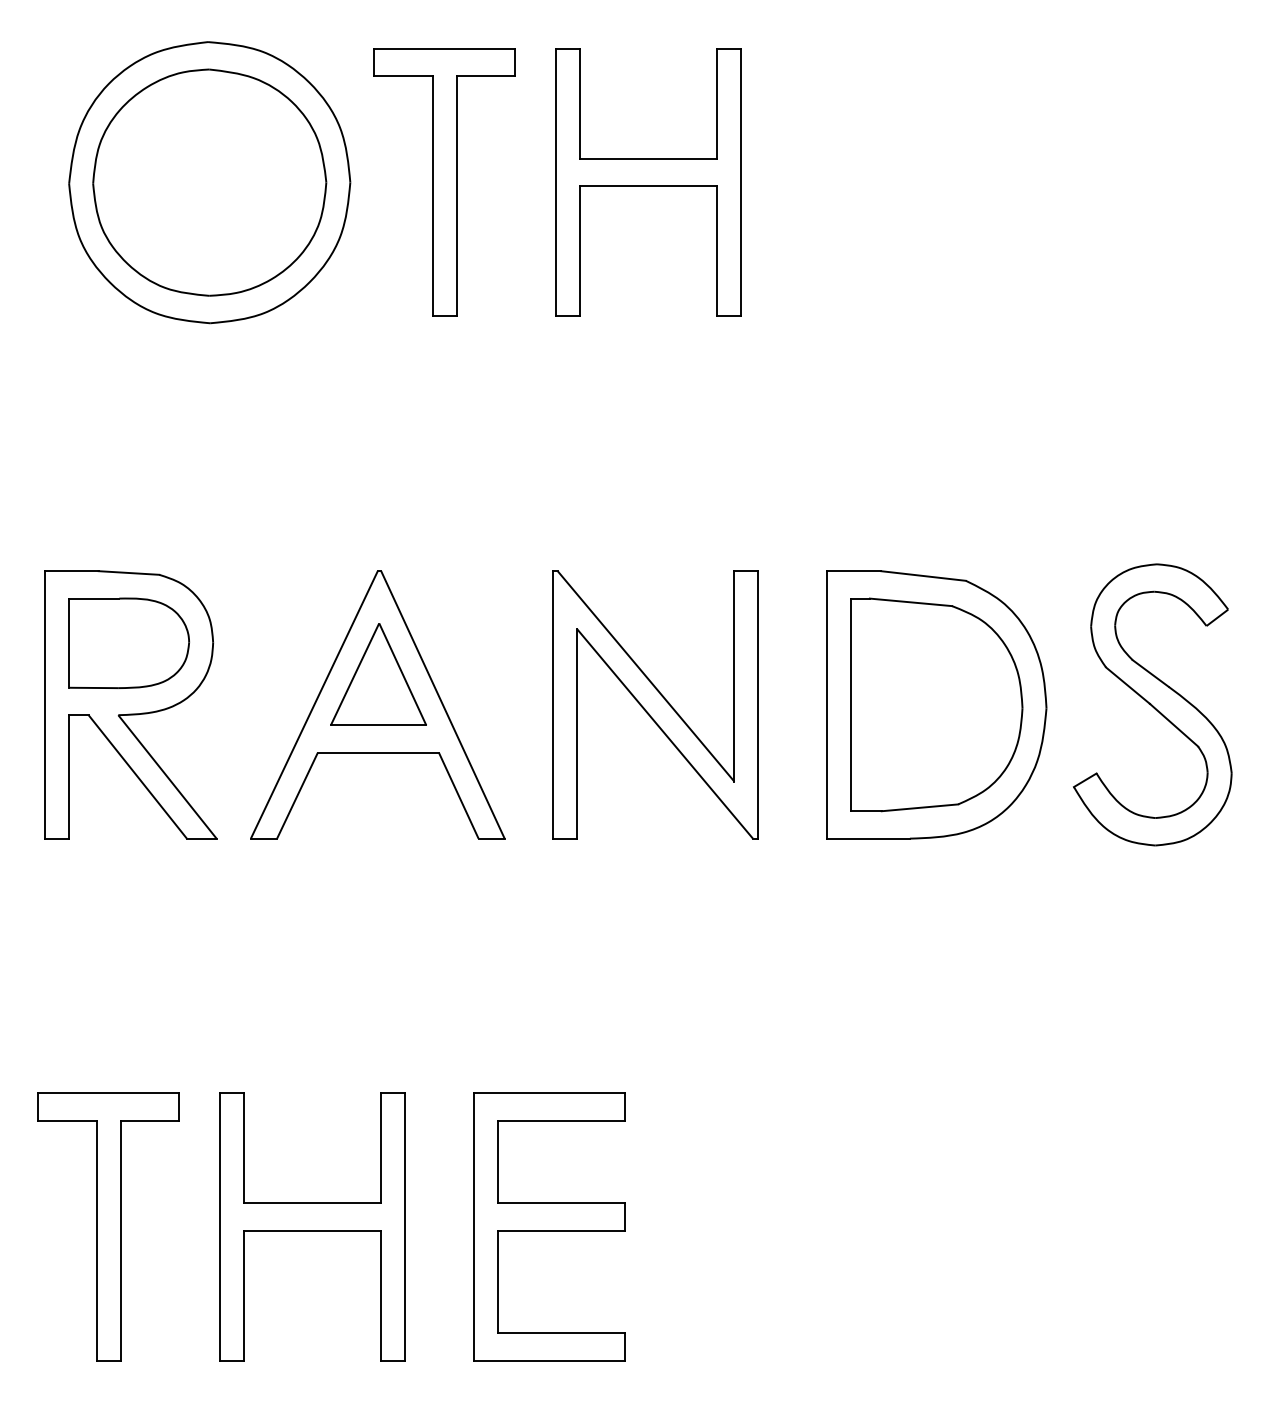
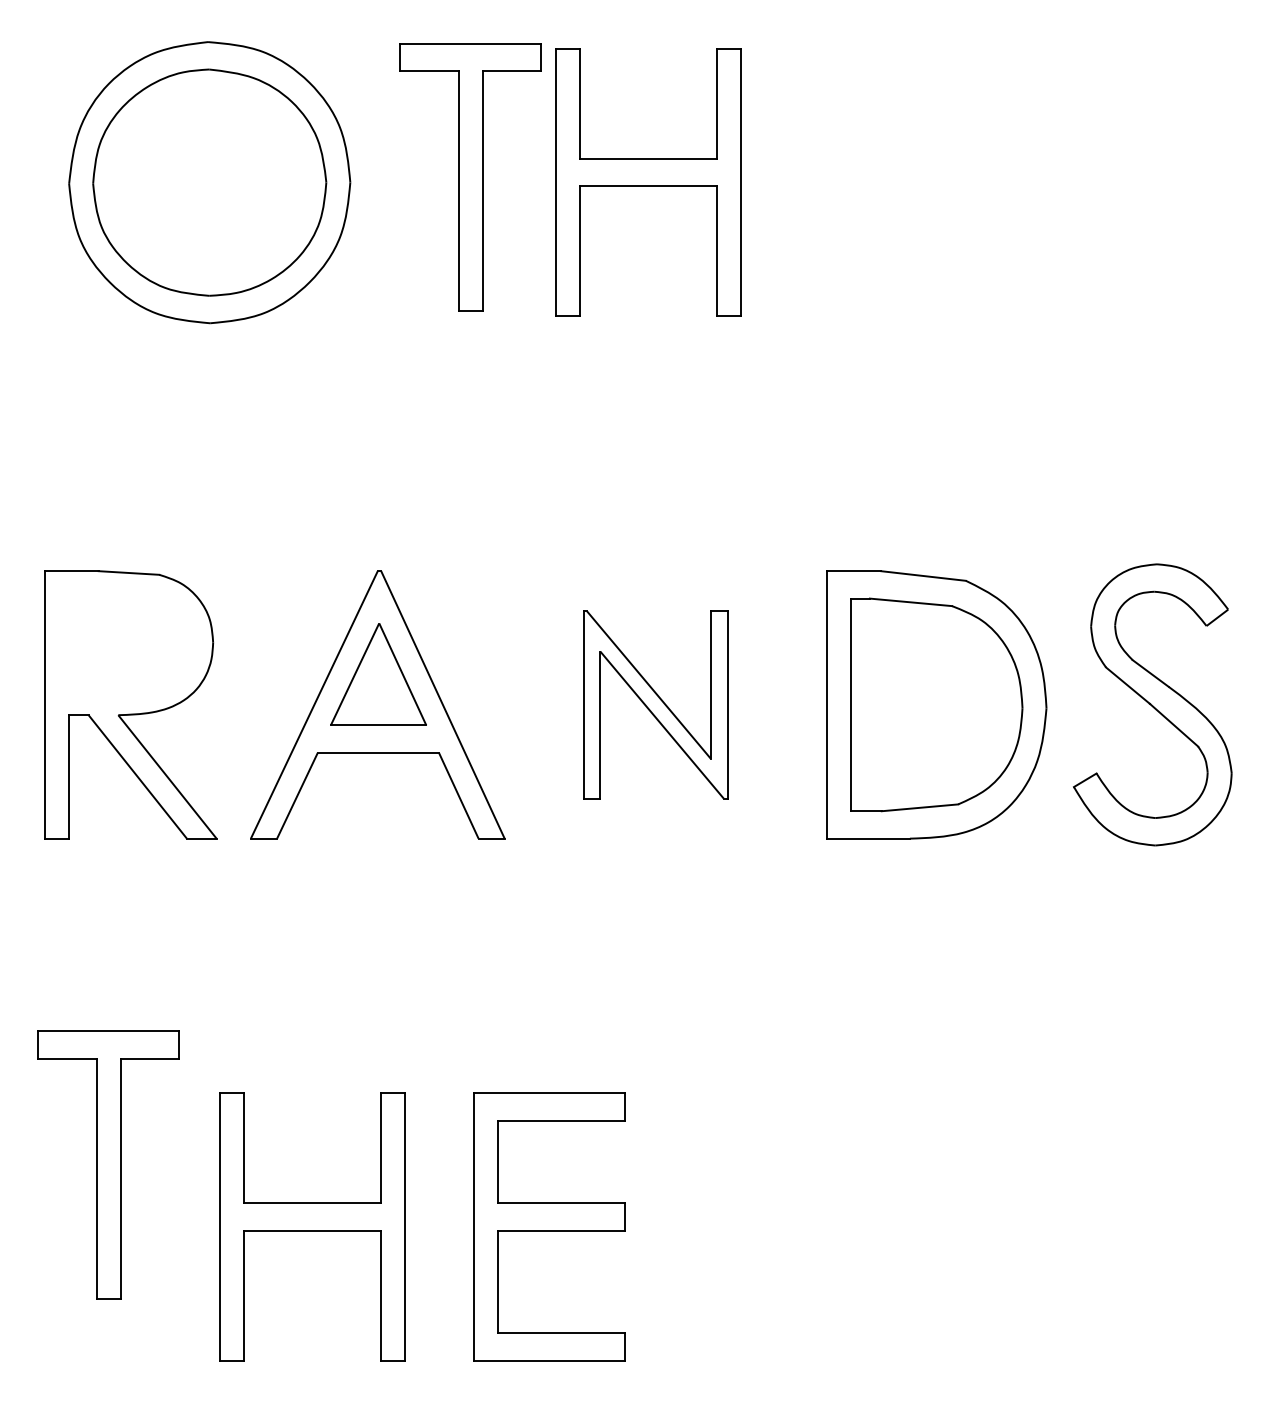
part at (444, 182) position: (444, 182) -> (470, 177)
part at (128, 642): present -> none
part at (655, 704) size: 207x270 px -> 146x190 px
part at (108, 1226) position: (108, 1226) -> (108, 1164)
